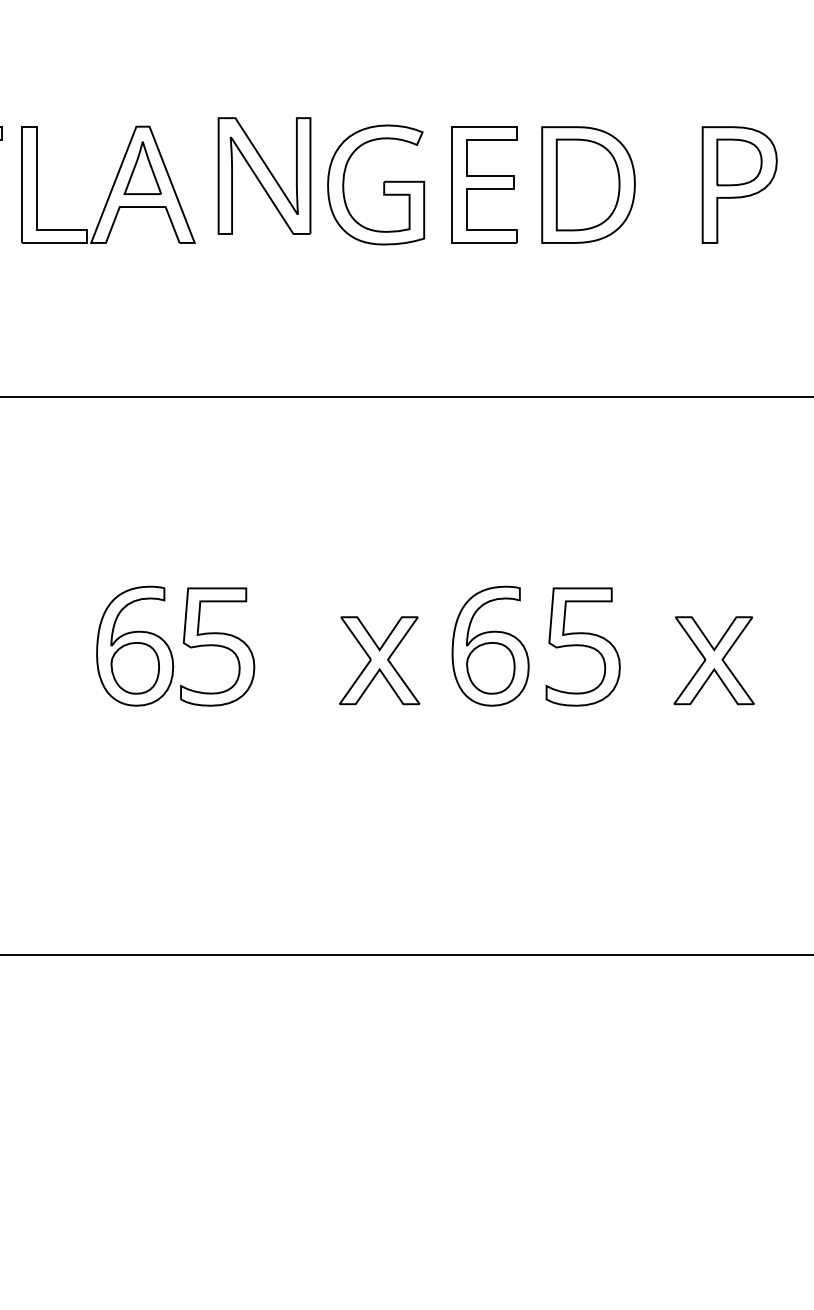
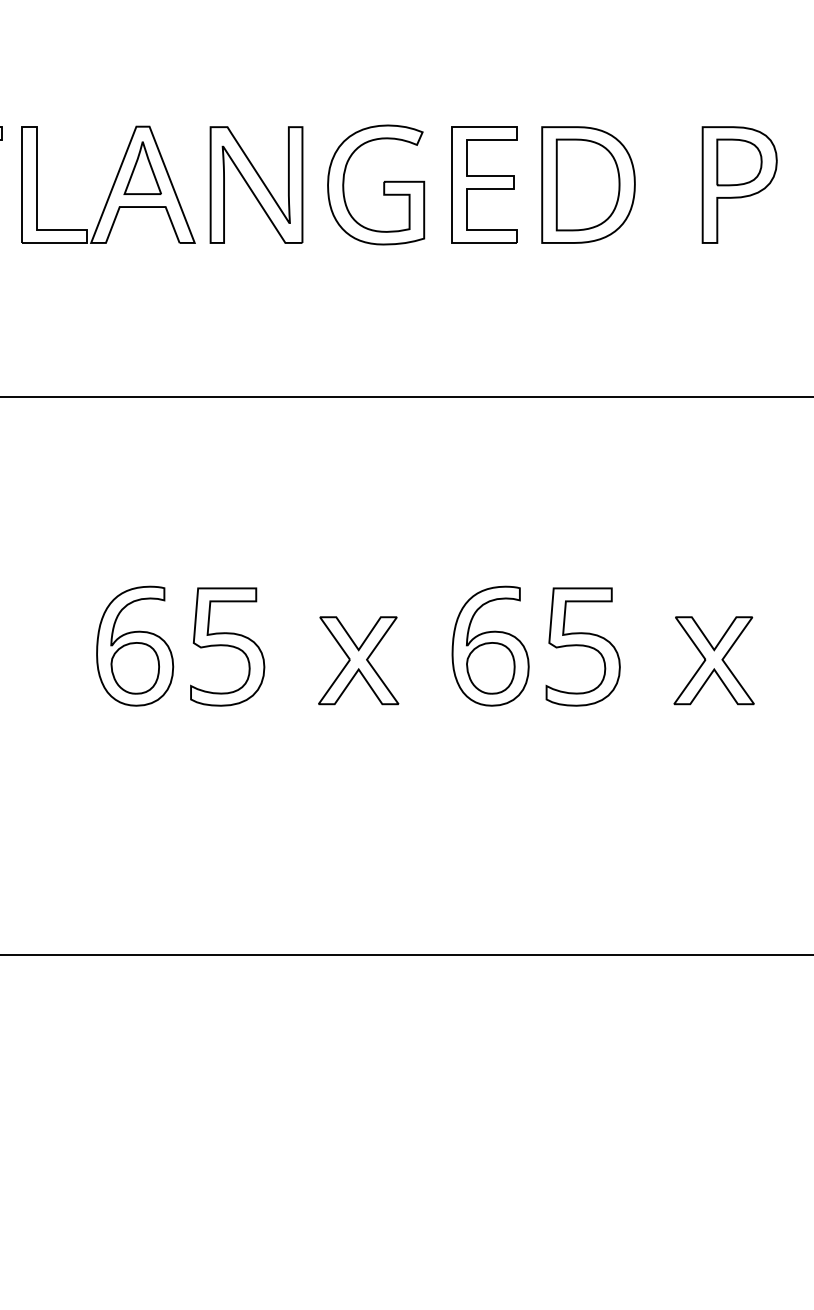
part at (264, 175) position: (264, 175) -> (256, 184)
part at (217, 646) position: (217, 646) -> (227, 646)
part at (379, 660) position: (379, 660) -> (358, 660)
